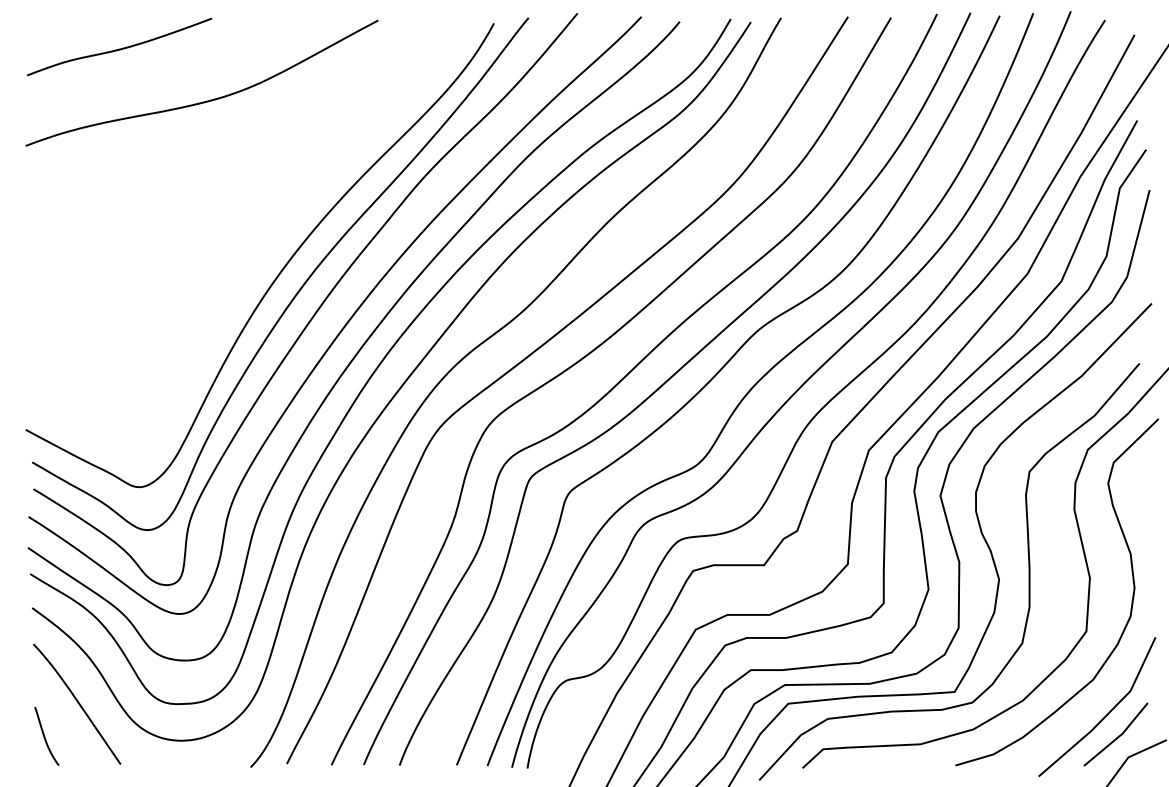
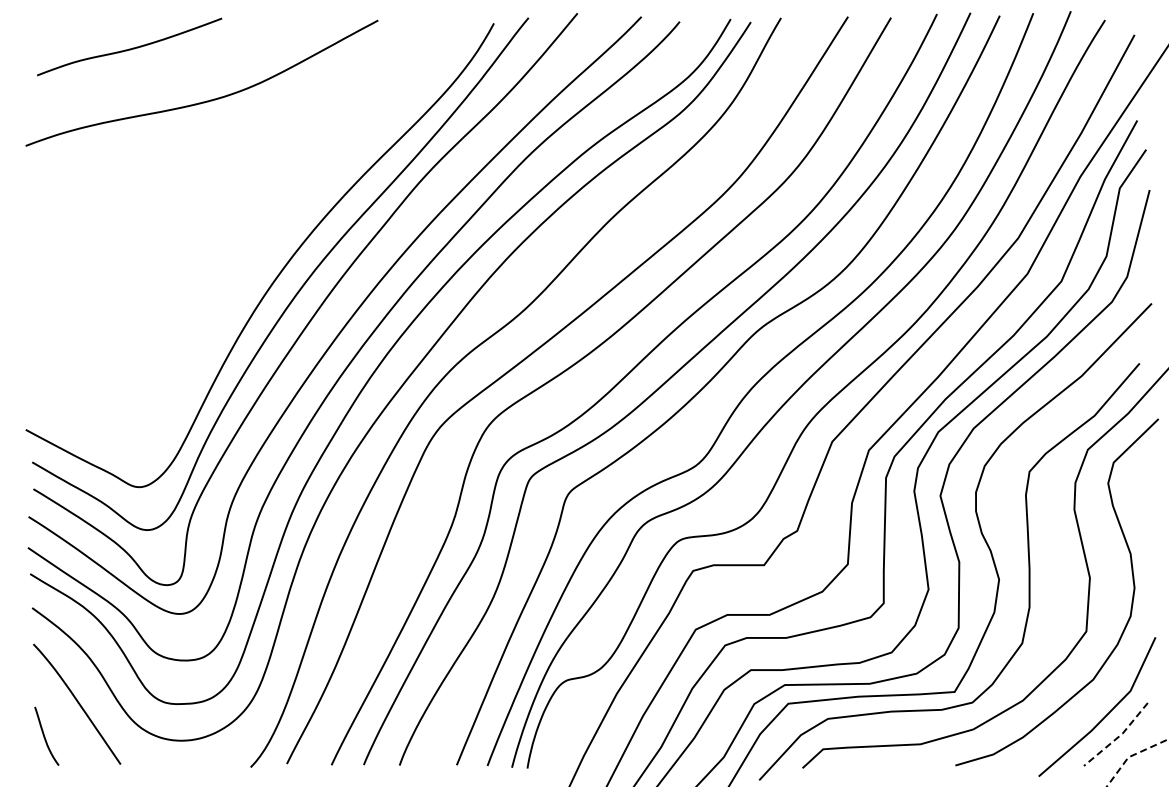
curve at (119, 48) position: (119, 48) -> (129, 48)
line at (1118, 736): solid -> dashed
line at (1131, 756): solid -> dashed
